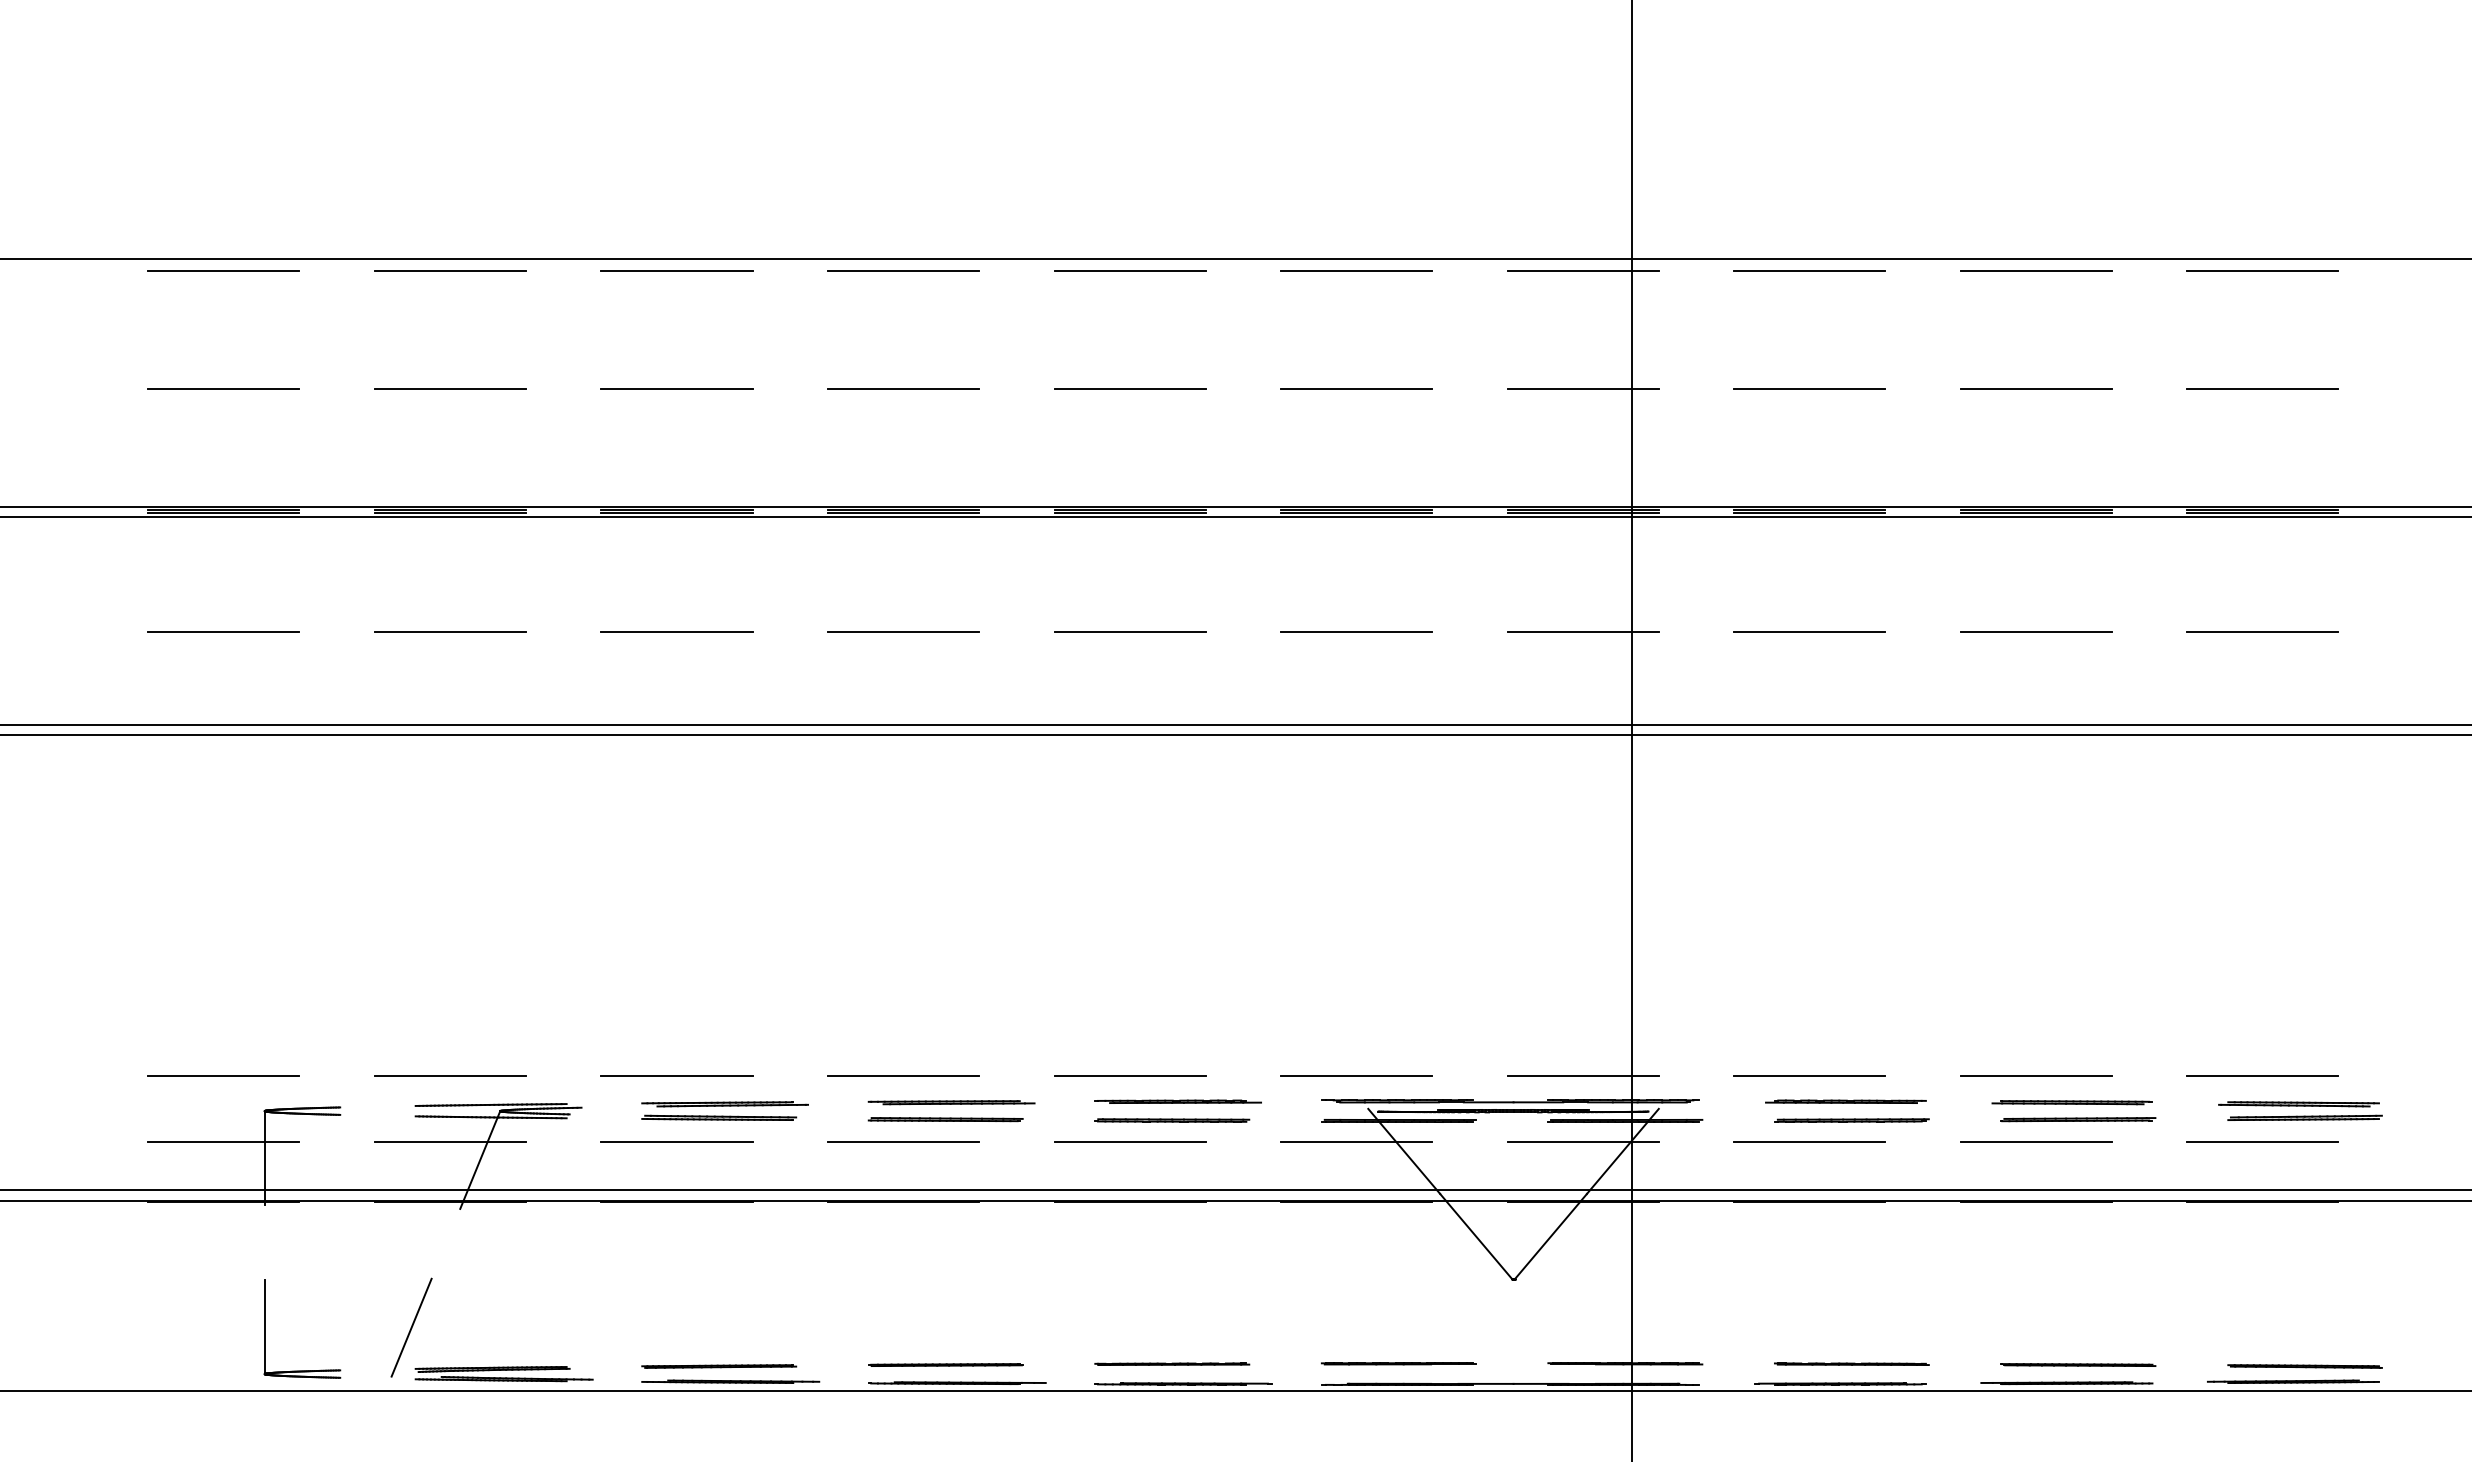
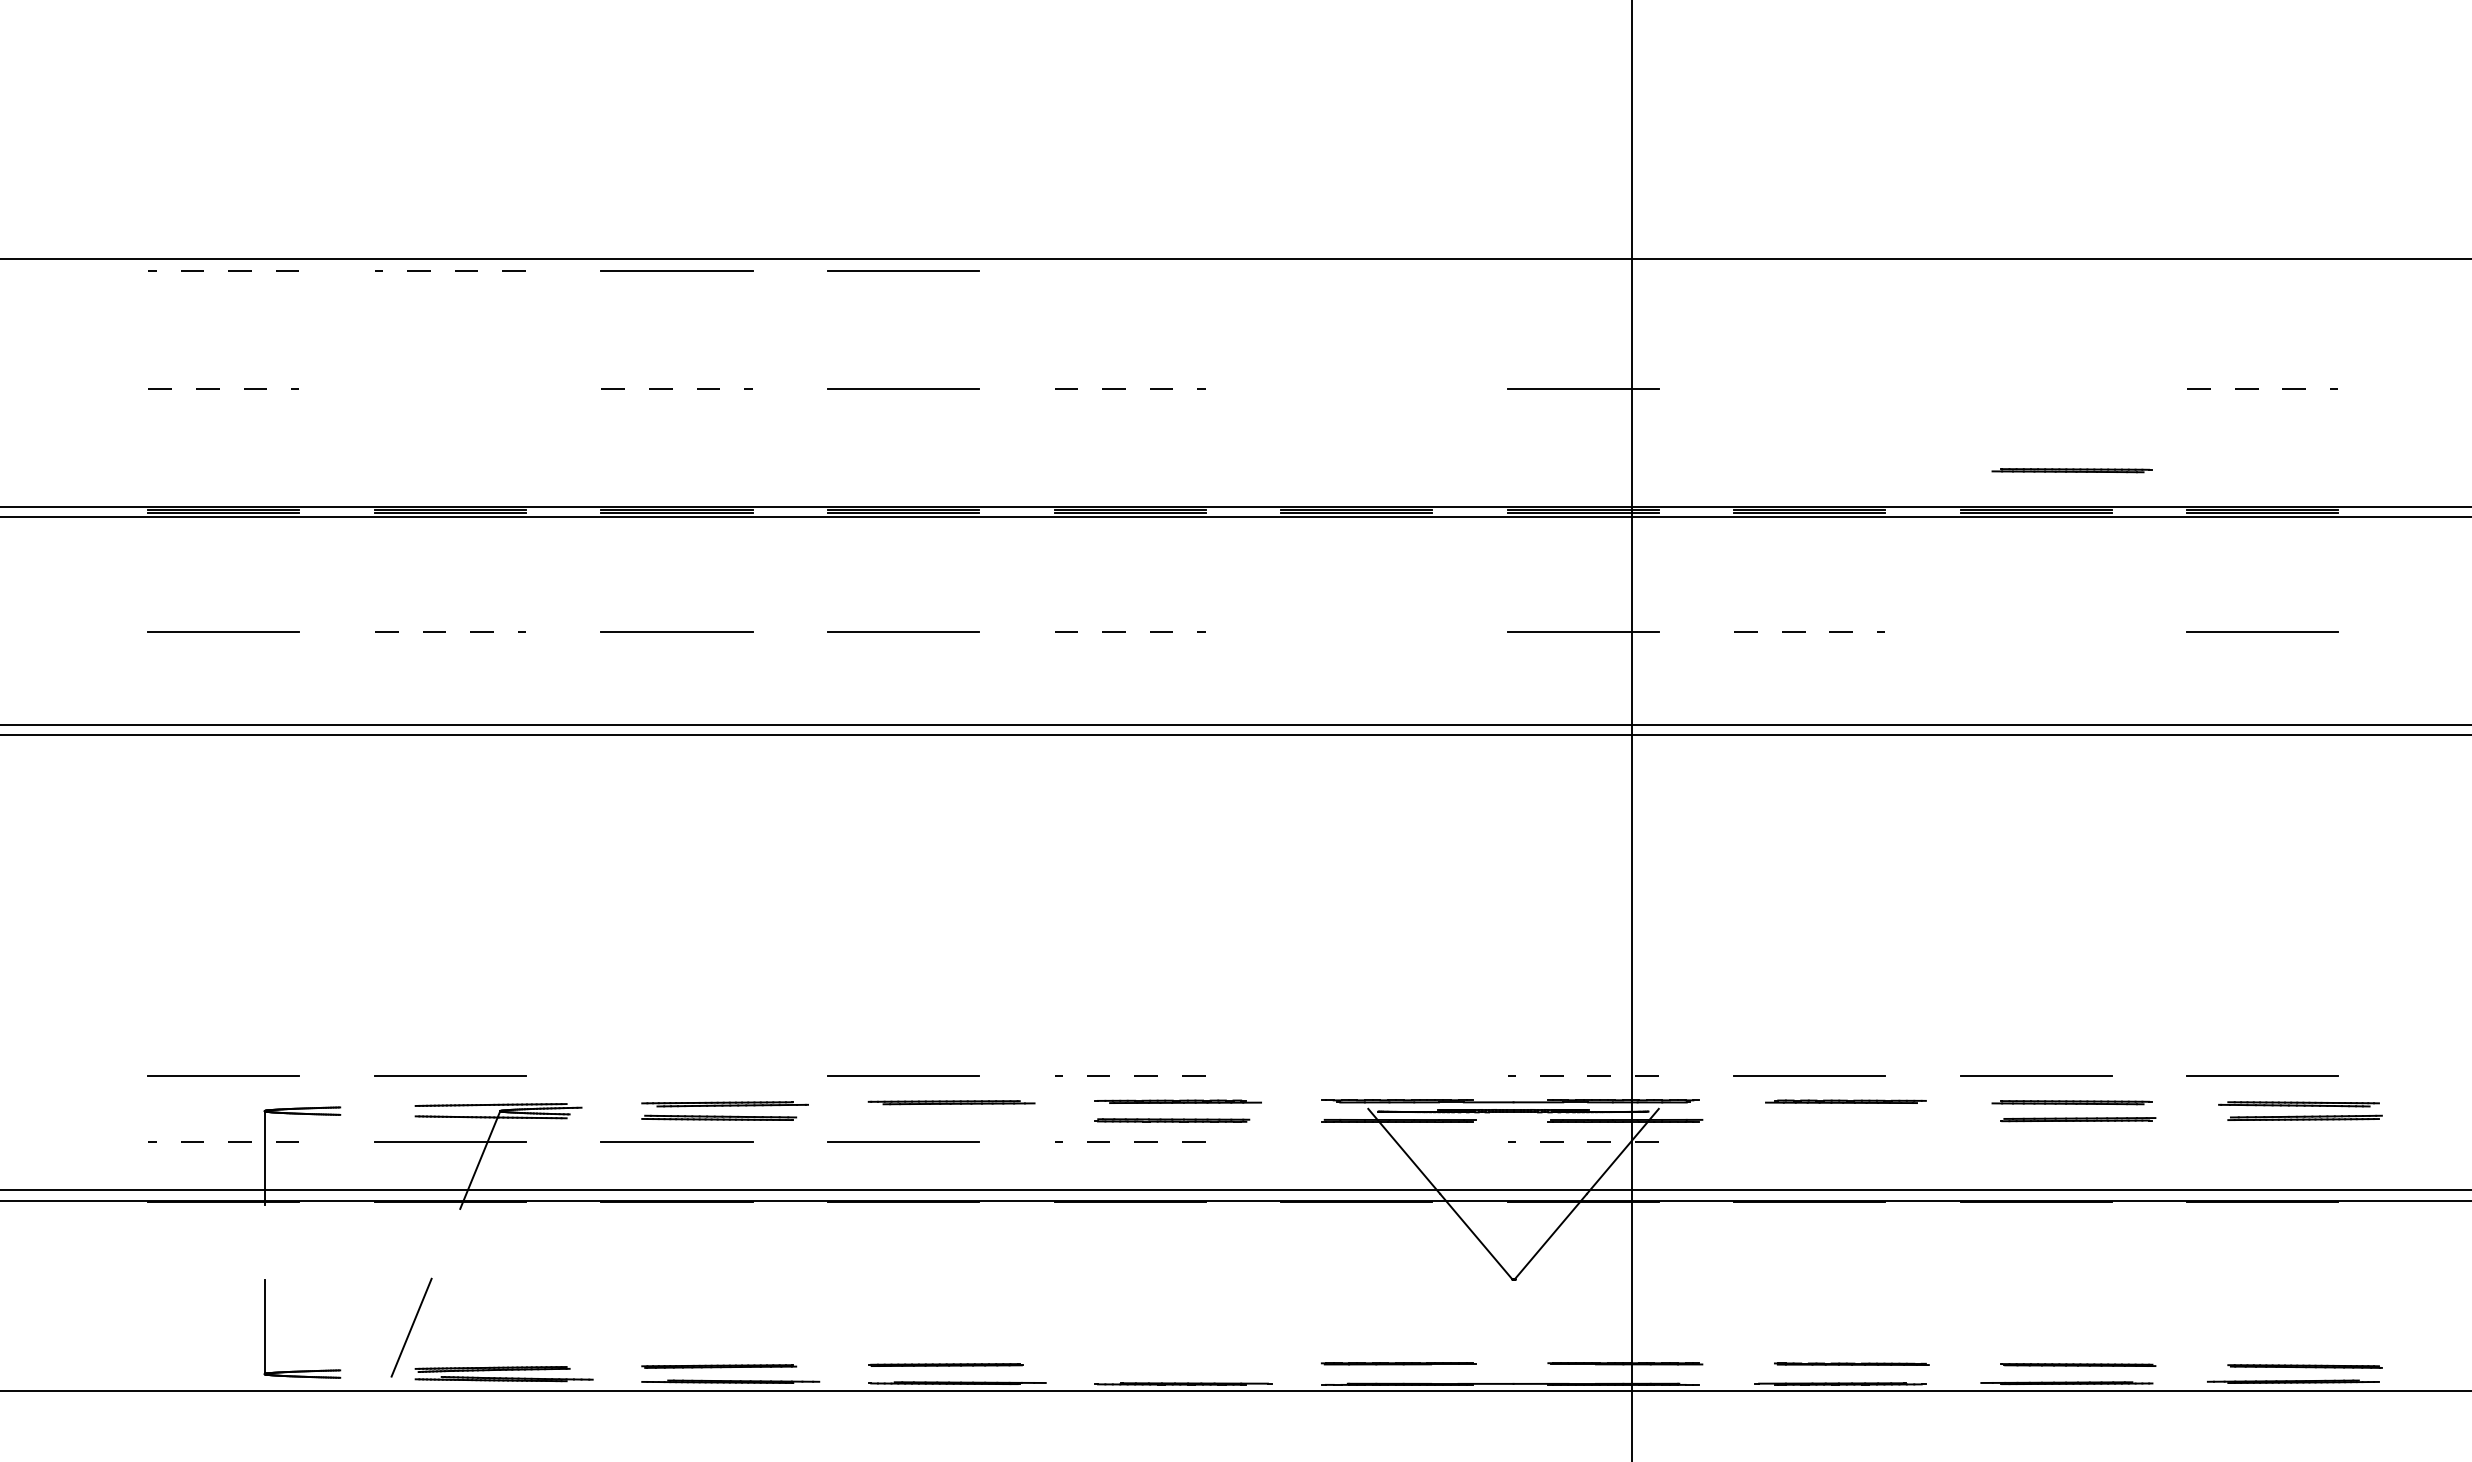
line at (223, 270): solid -> dashed
line at (450, 270): solid -> dashed
line at (1130, 270): present -> none
line at (1356, 270): present -> none
line at (1582, 270): present -> none
line at (1809, 270): present -> none
line at (2035, 270): present -> none
line at (2262, 270): present -> none
line at (450, 388): present -> none
line at (1356, 388): present -> none
line at (1809, 388): present -> none
line at (2036, 388): present -> none
line at (223, 389): solid -> dashed
line at (676, 389): solid -> dashed
line at (1130, 389): solid -> dashed
line at (2262, 389): solid -> dashed
part at (2071, 470): none -> present
line at (450, 631): solid -> dashed
line at (1130, 631): solid -> dashed
line at (1356, 631): present -> none
line at (1809, 631): solid -> dashed
line at (2035, 631): present -> none
line at (676, 1075): present -> none
line at (1130, 1075): solid -> dashed
line at (1356, 1075): present -> none
line at (1583, 1075): solid -> dashed
part at (945, 1119): present -> none
line at (1851, 1120): present -> none
line at (223, 1142): solid -> dashed
line at (1130, 1142): solid -> dashed
line at (1356, 1142): present -> none
line at (1583, 1142): solid -> dashed
line at (1809, 1142): present -> none
line at (2035, 1142): present -> none
line at (2262, 1142): present -> none
line at (1172, 1363): present -> none
